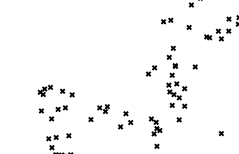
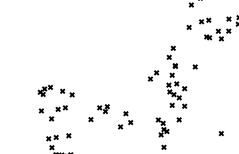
part at (167, 20) position: (167, 20) -> (205, 20)
part at (151, 70) position: (151, 70) -> (153, 75)
part at (155, 132) position: (155, 132) -> (162, 133)
